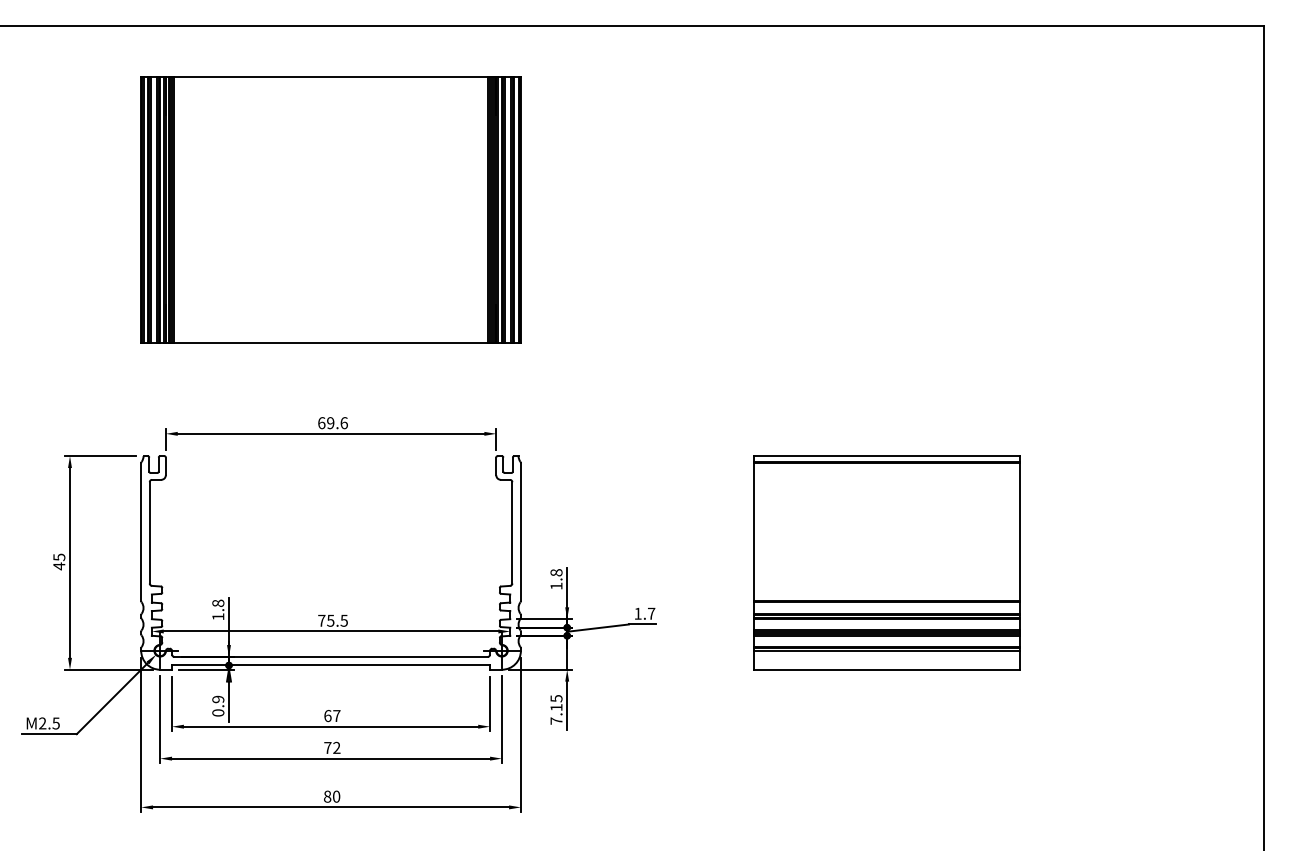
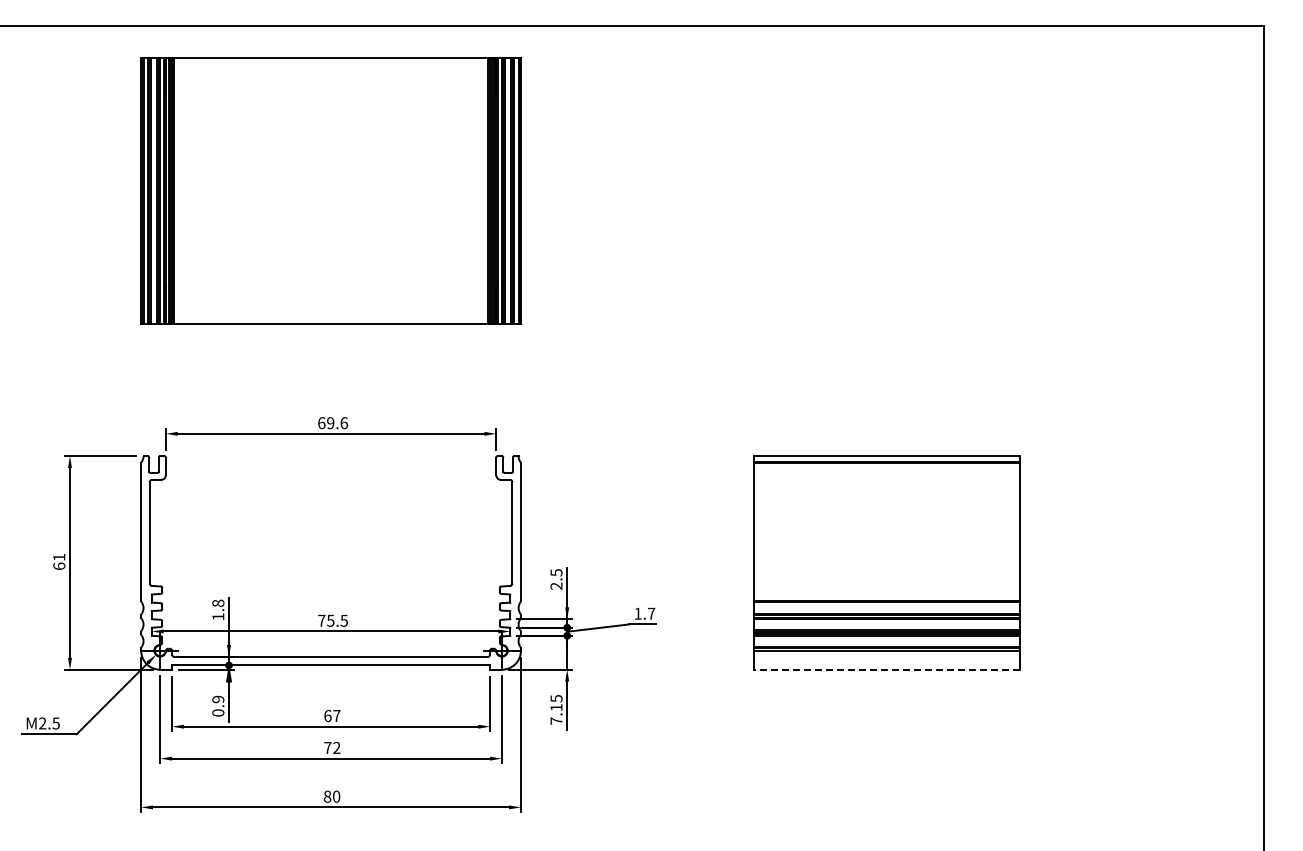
part at (330, 209) position: (330, 209) -> (330, 190)
text at (59, 561): 45 -> 61
text at (556, 579): 1.8 -> 2.5
line at (886, 669): solid -> dashed
